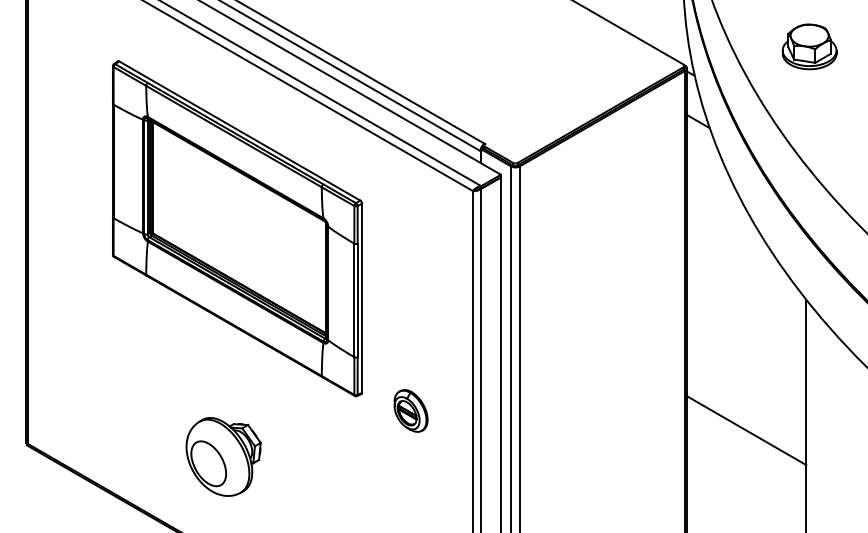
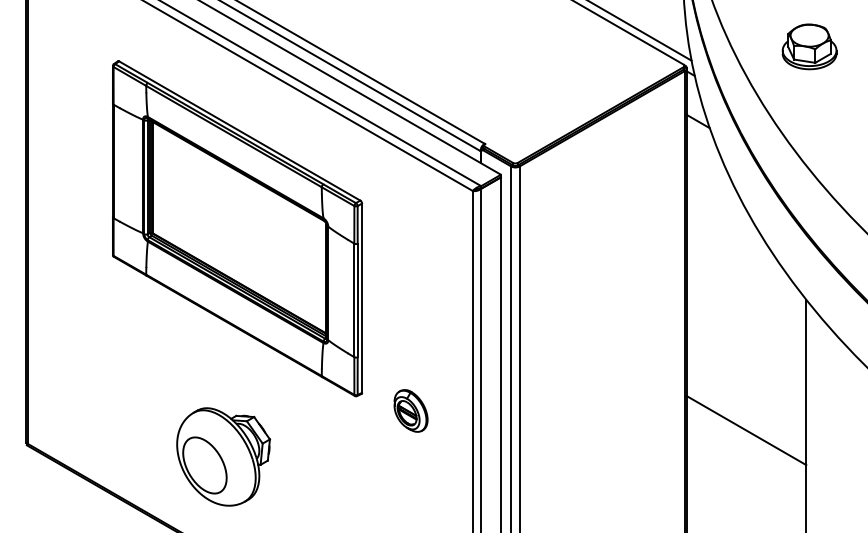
line at (640, 31): none -> present
part at (223, 456) size: 77x80 px -> 96x100 px
